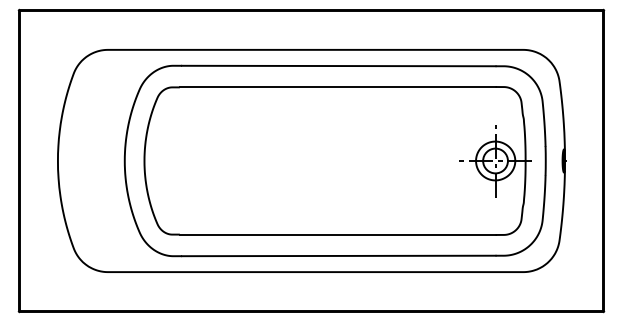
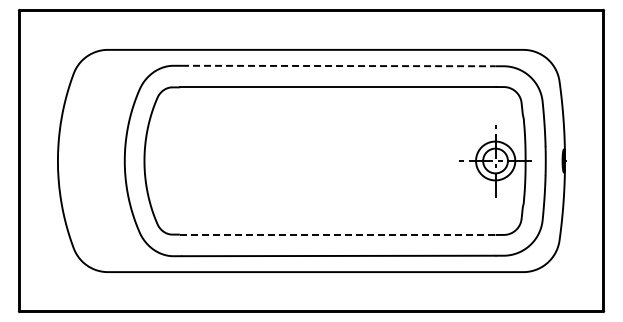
line at (338, 66): solid -> dashed
line at (337, 234): solid -> dashed
